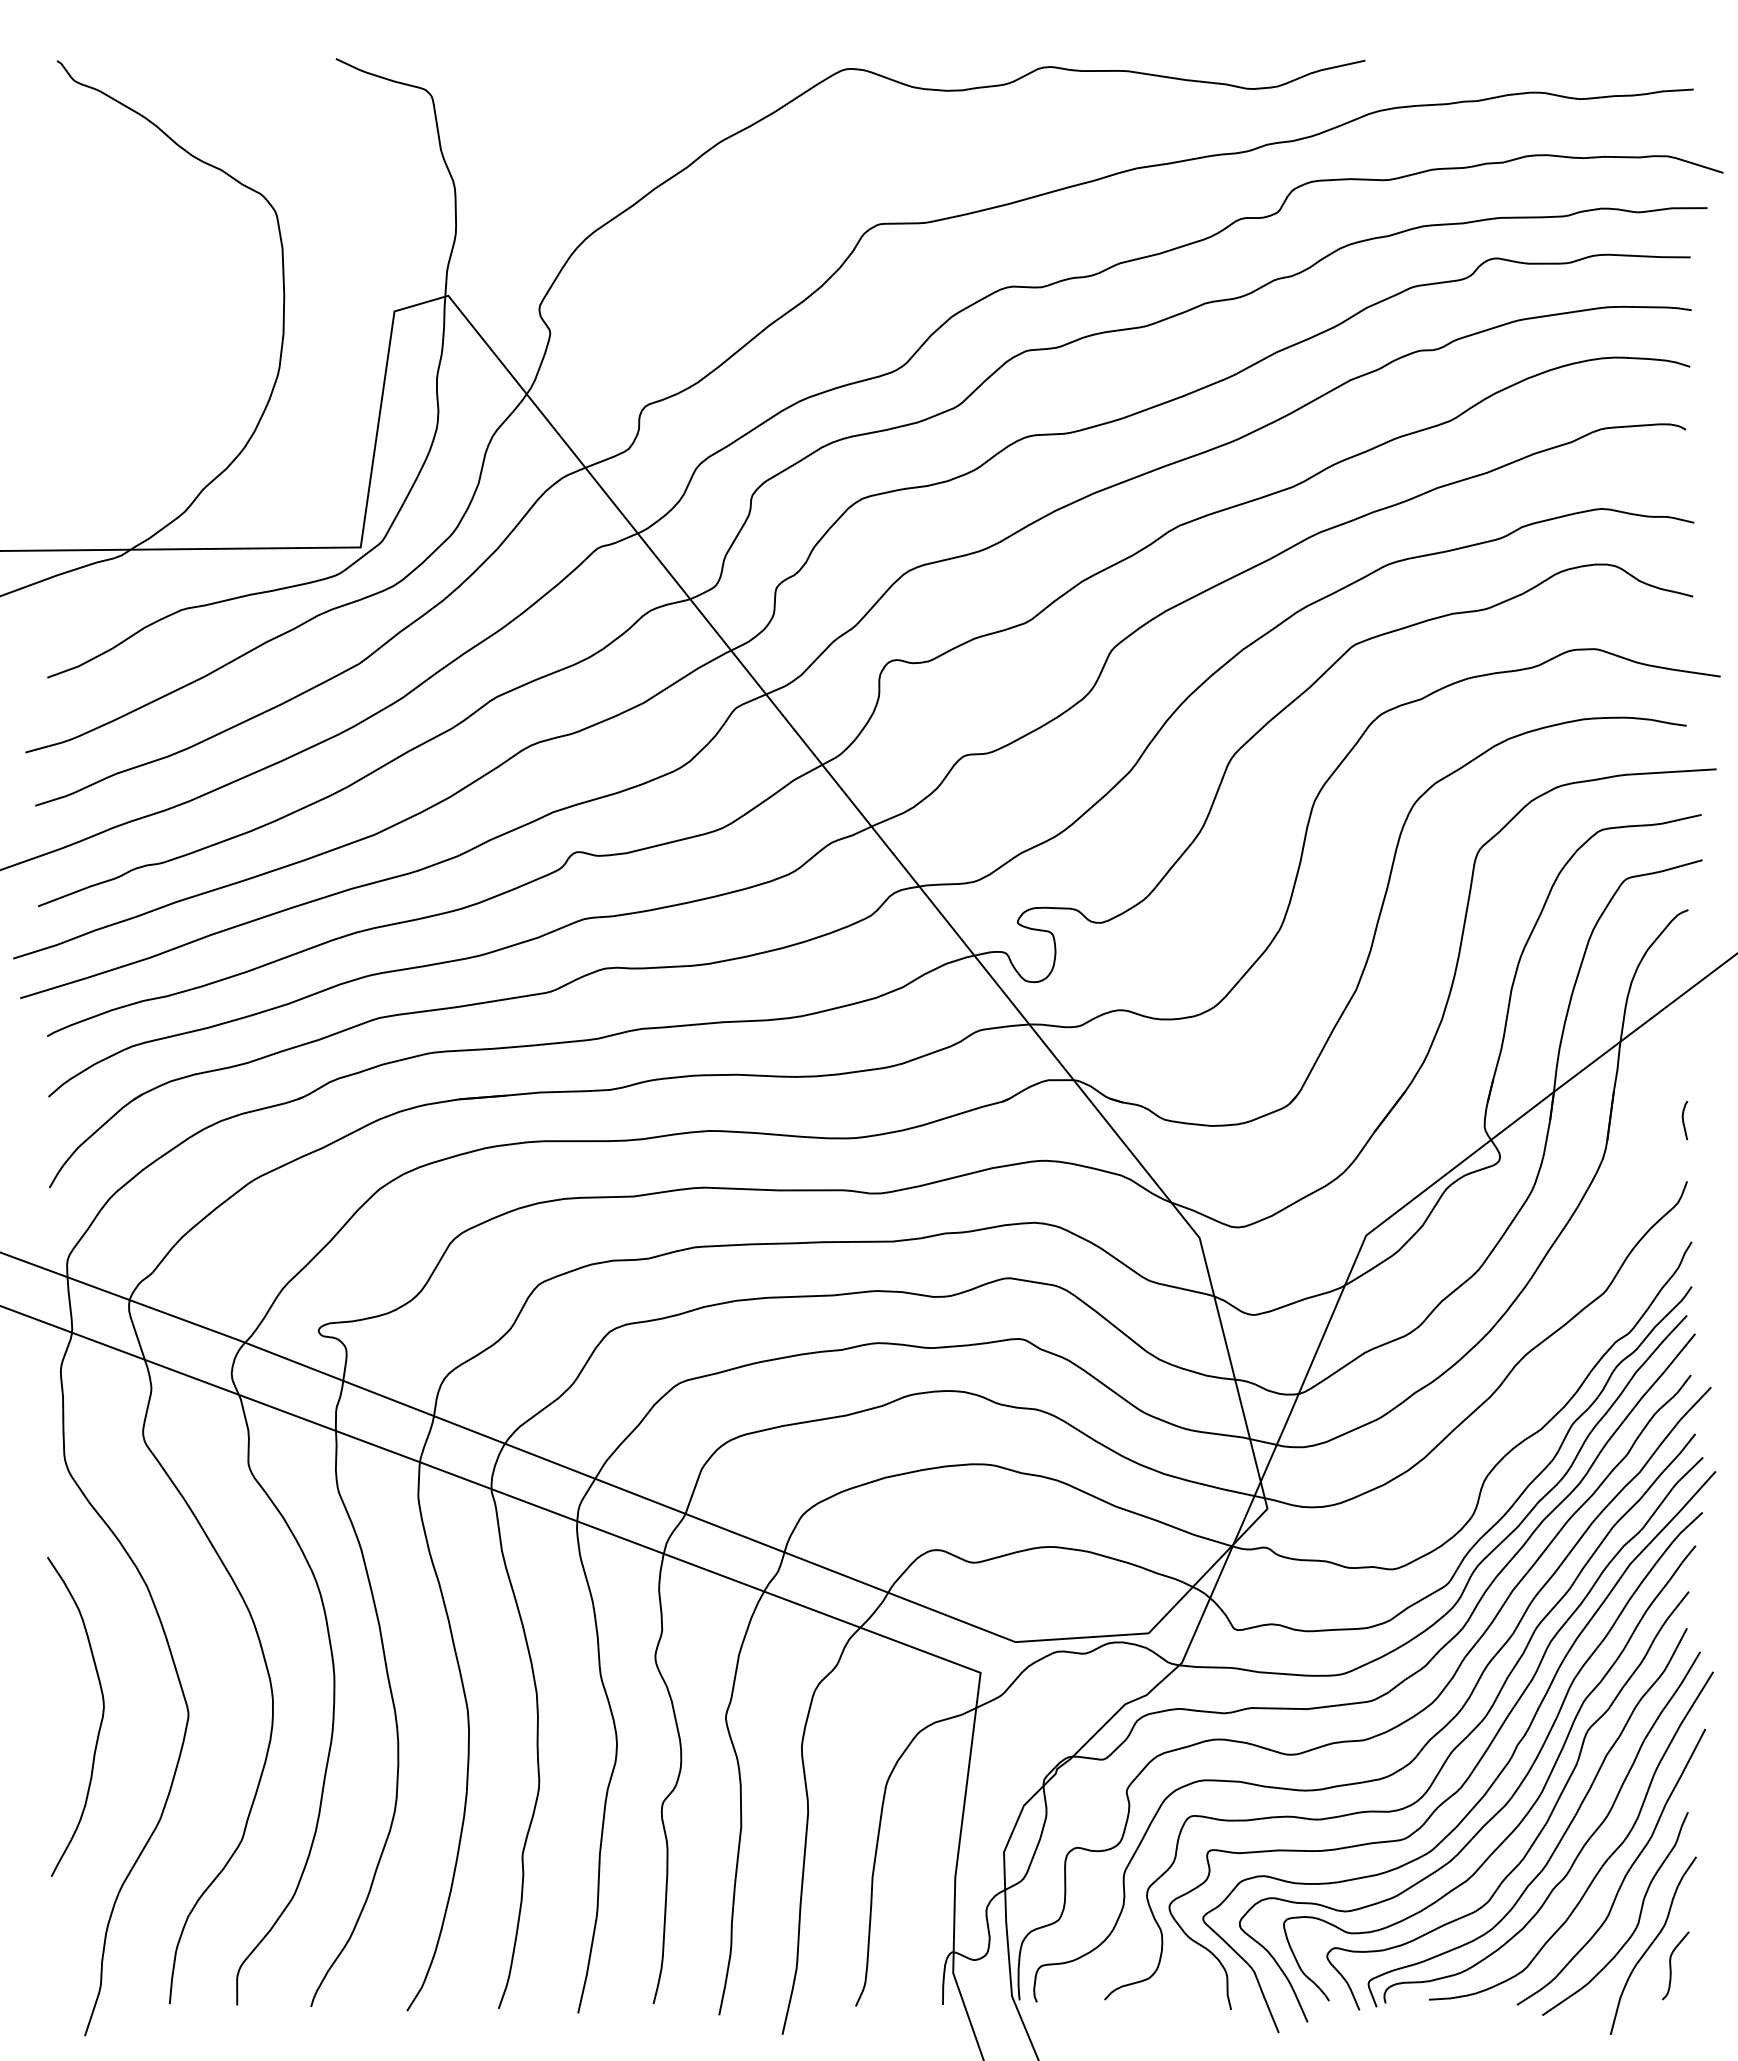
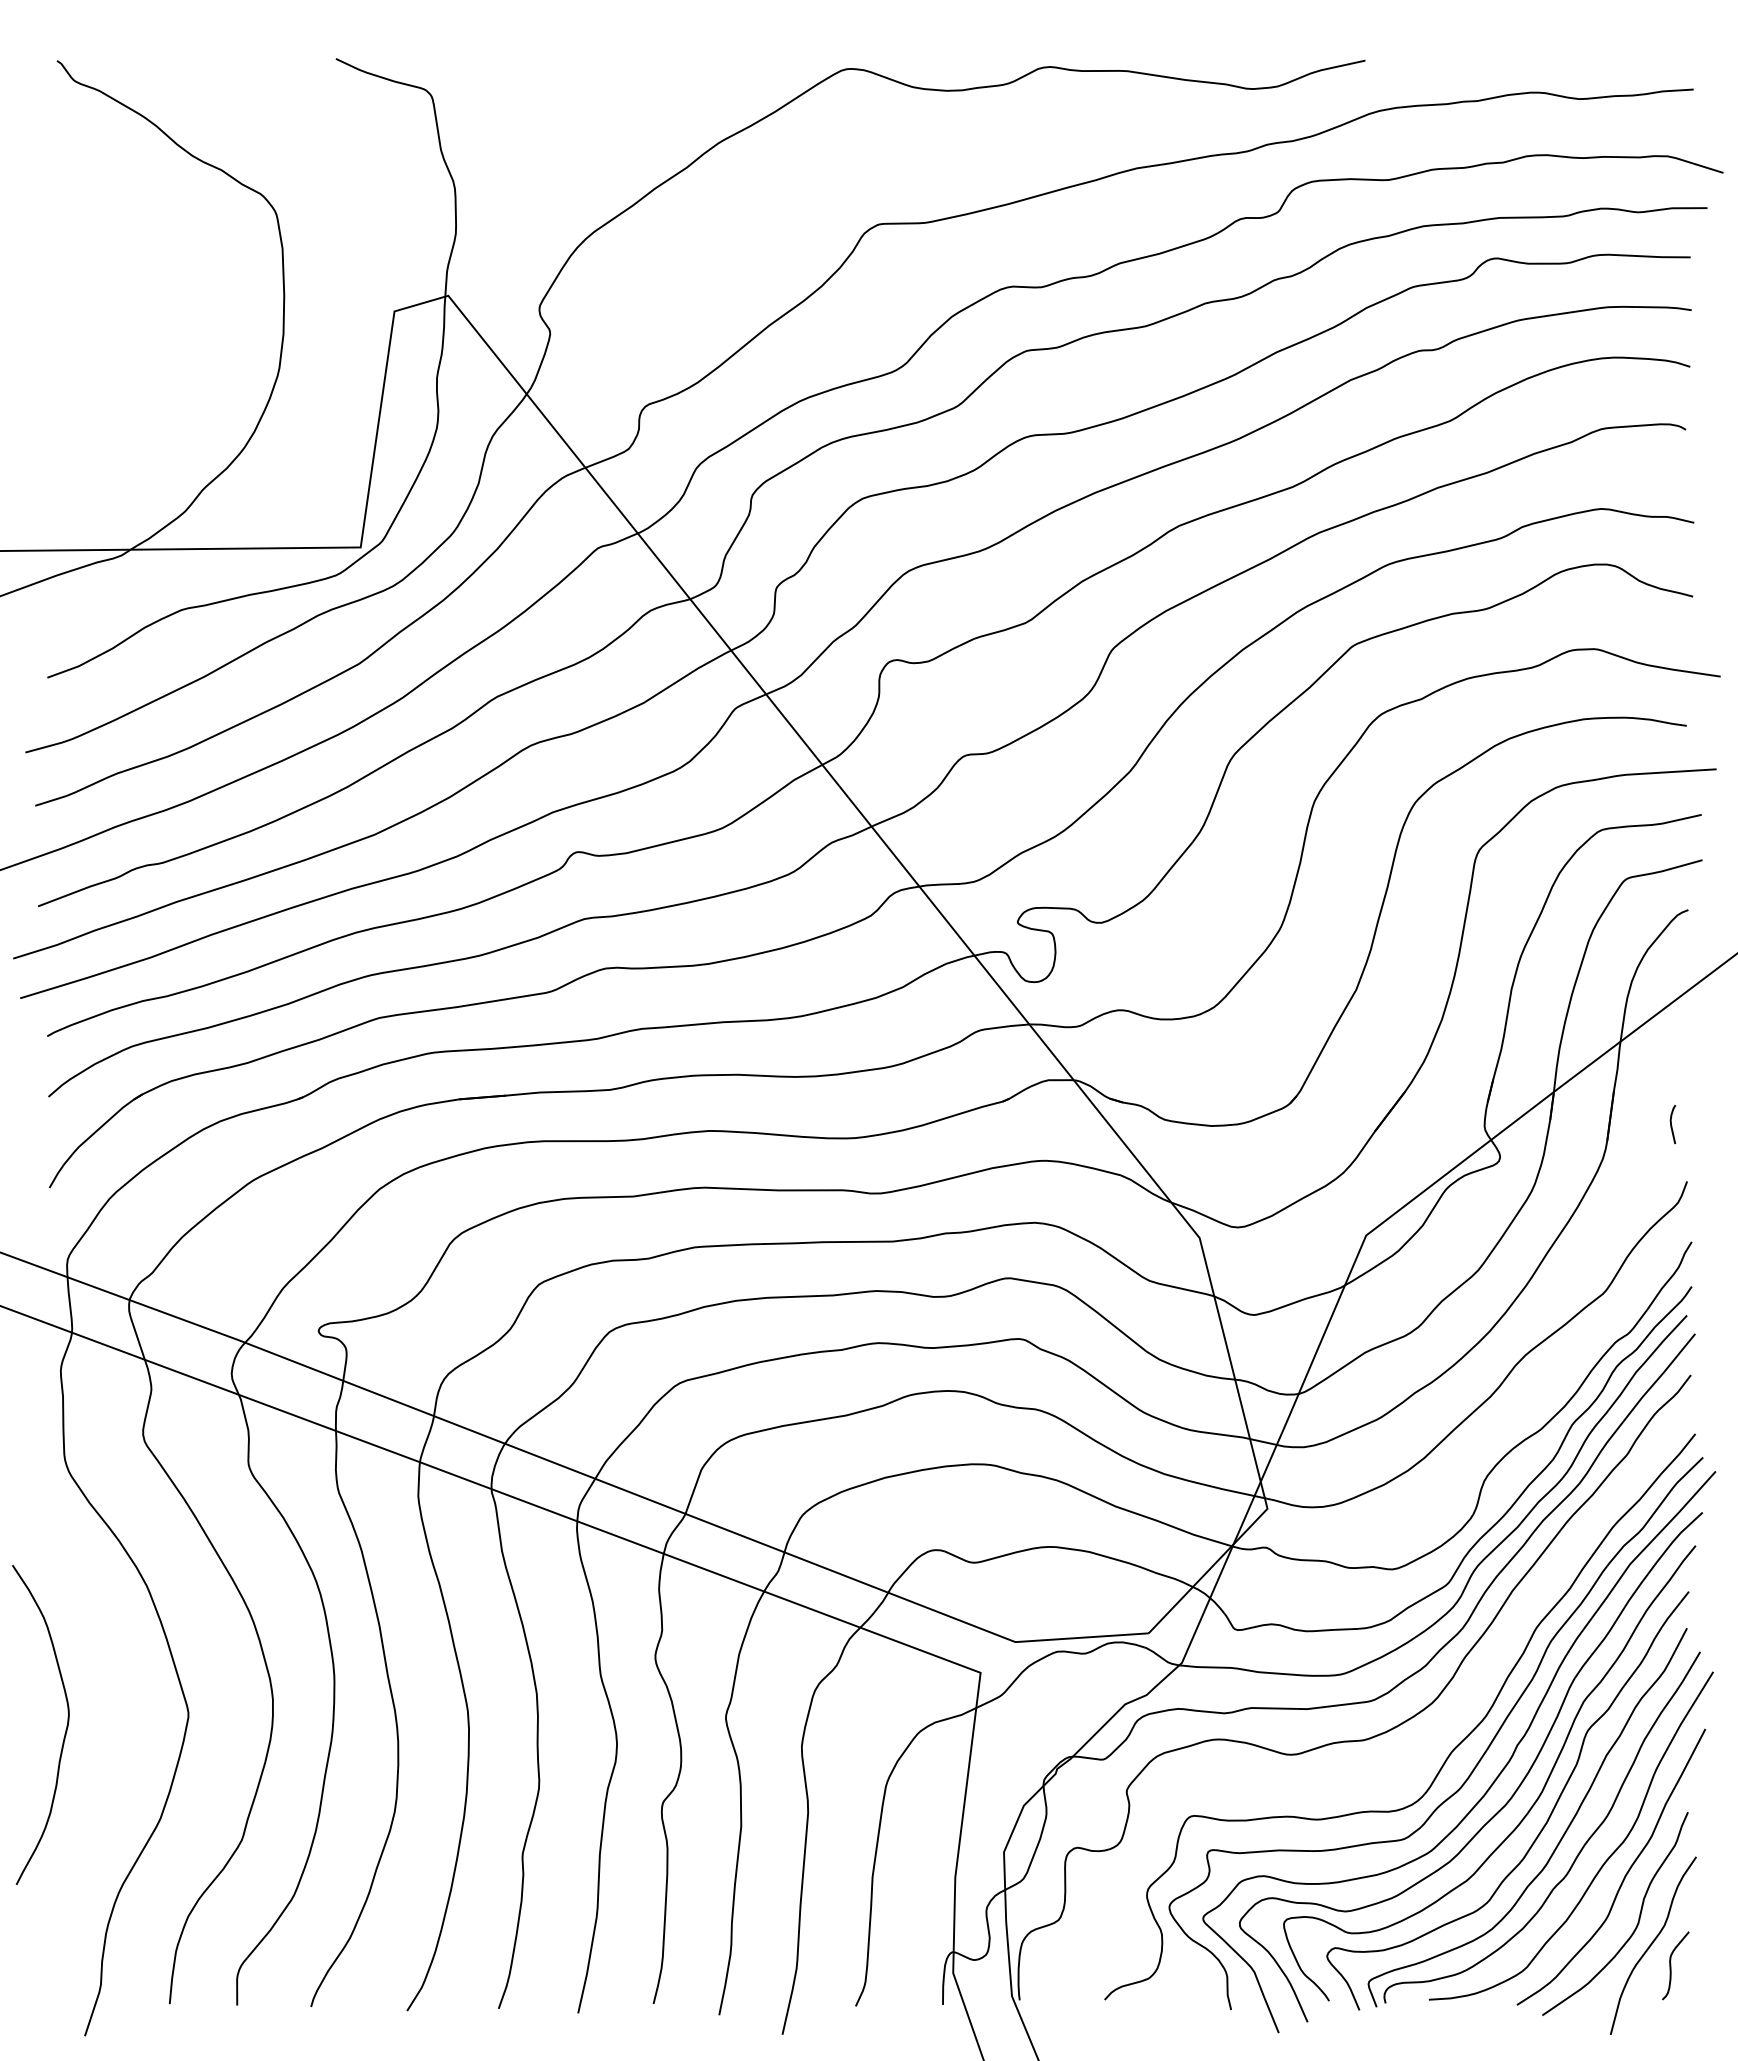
curve at (1683, 1120) position: (1683, 1120) -> (1671, 1124)
curve at (100, 1721) position: (100, 1721) -> (65, 1729)
curve at (1423, 1745): present -> none
